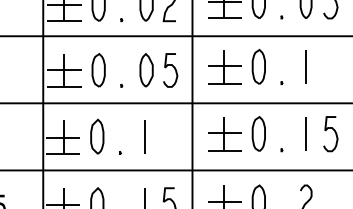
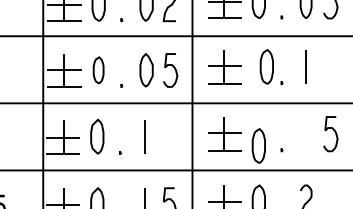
part at (258, 66) position: (258, 66) -> (266, 66)
part at (98, 70) size: 15x35 px -> 13x29 px
part at (258, 133) position: (258, 133) -> (258, 145)
line at (305, 133): present -> none
